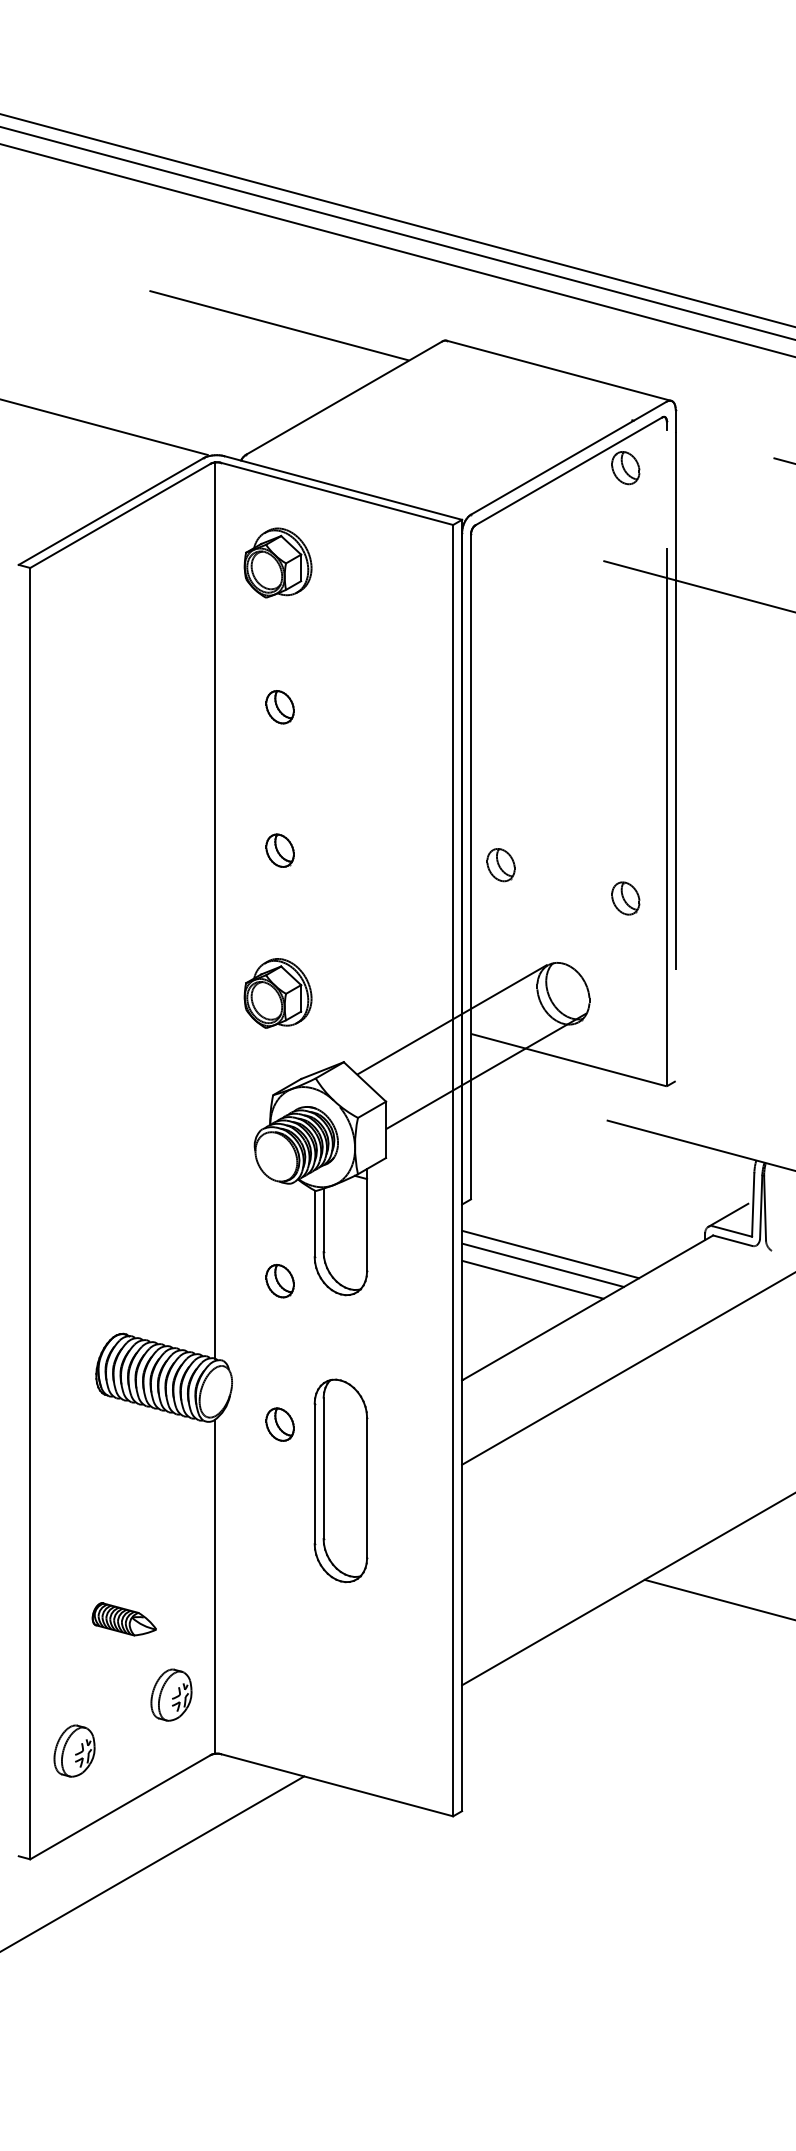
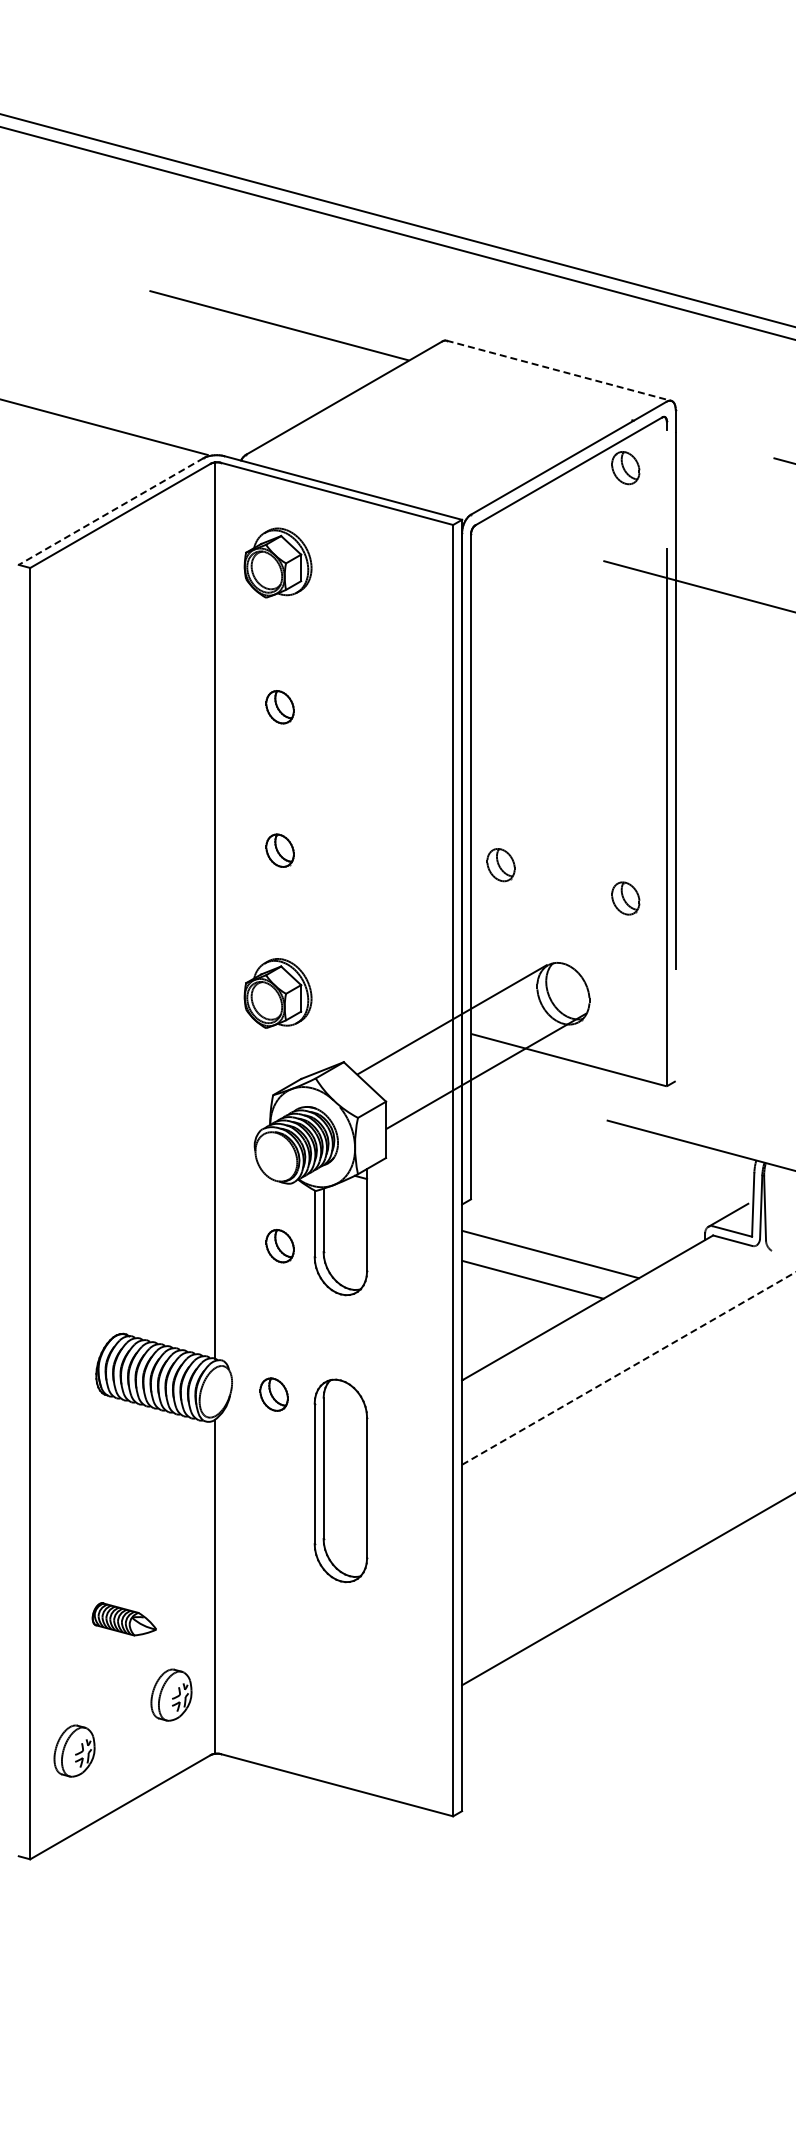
line at (397, 250): present -> none
line at (559, 370): solid -> dashed
line at (111, 511): solid -> dashed
line at (542, 1264): present -> none
part at (279, 1281) position: (279, 1281) -> (279, 1246)
line at (629, 1368): solid -> dashed
part at (279, 1424) position: (279, 1424) -> (273, 1394)
line at (718, 1599): present -> none
line at (153, 1863): present -> none
